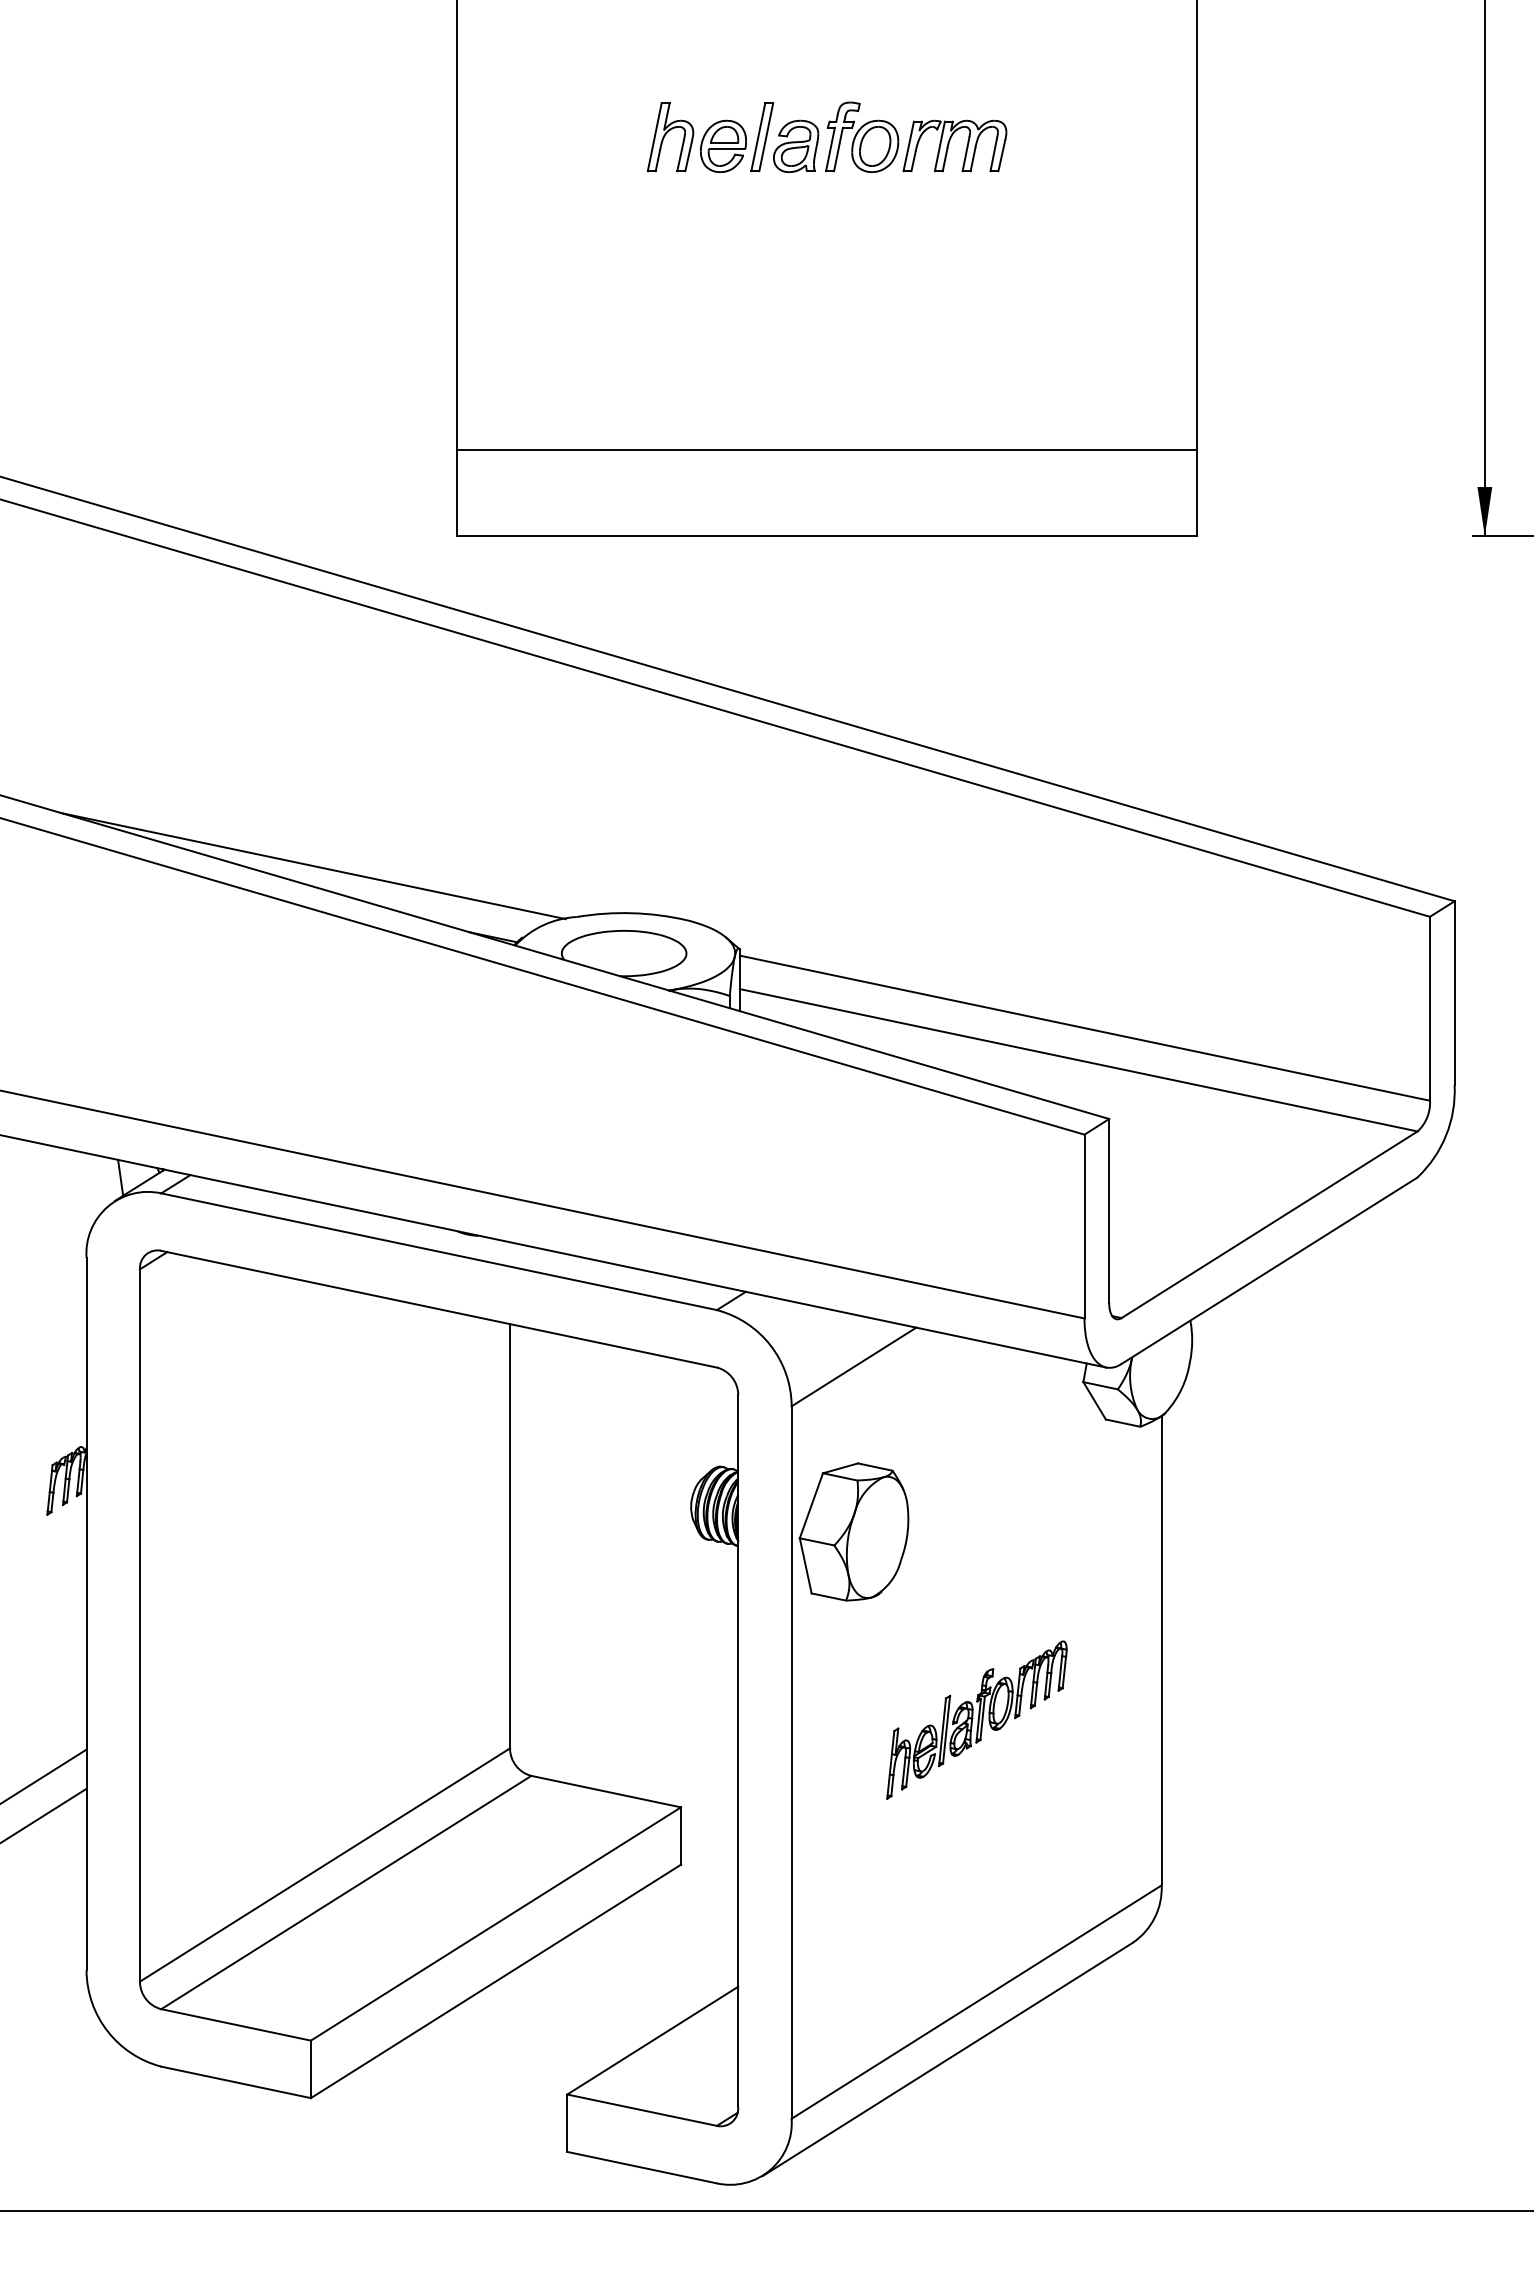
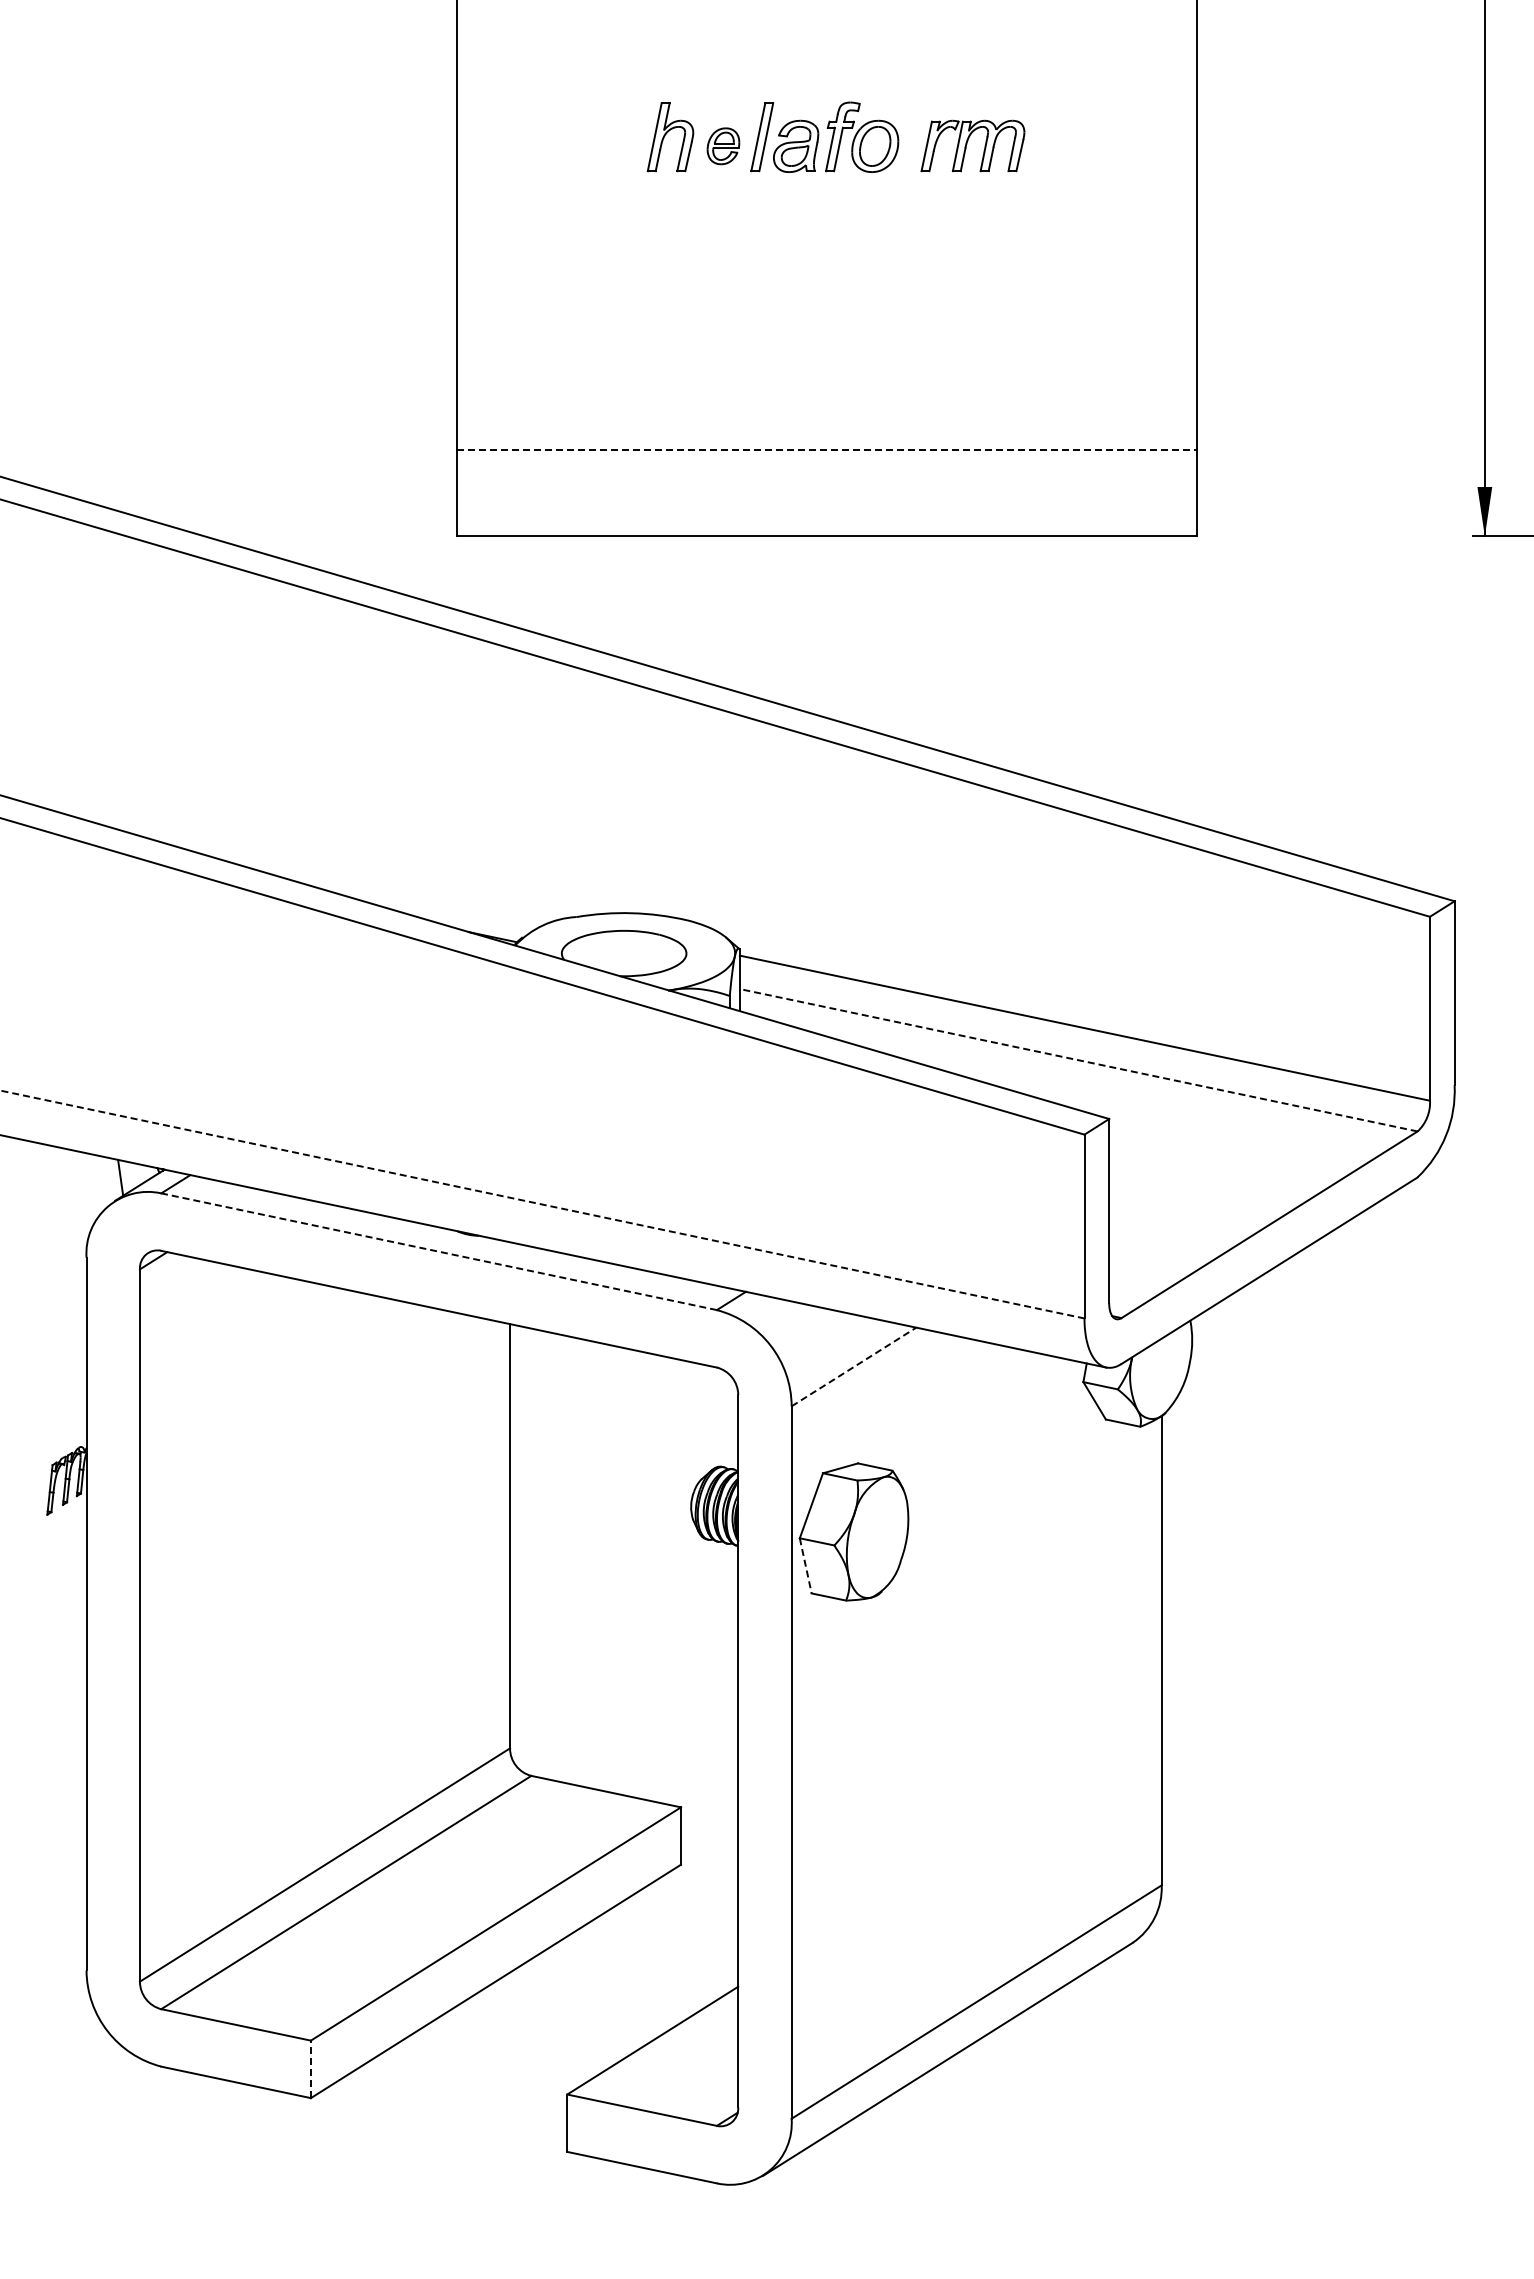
part at (723, 145) size: 47x54 px -> 35x39 px
part at (954, 145) position: (954, 145) -> (972, 145)
line at (827, 450): solid -> dashed
line at (313, 866): present -> none
line at (1078, 1060): solid -> dashed
line at (542, 1204): solid -> dashed
line at (439, 1251): solid -> dashed
line at (854, 1366): solid -> dashed
line at (805, 1566): solid -> dashed
part at (976, 1719): present -> none
line at (44, 1775): present -> none
line at (44, 1814): present -> none
line at (310, 2069): solid -> dashed
line at (766, 2210): present -> none
